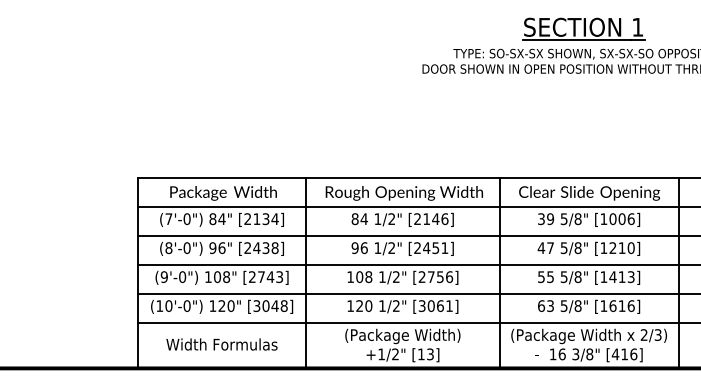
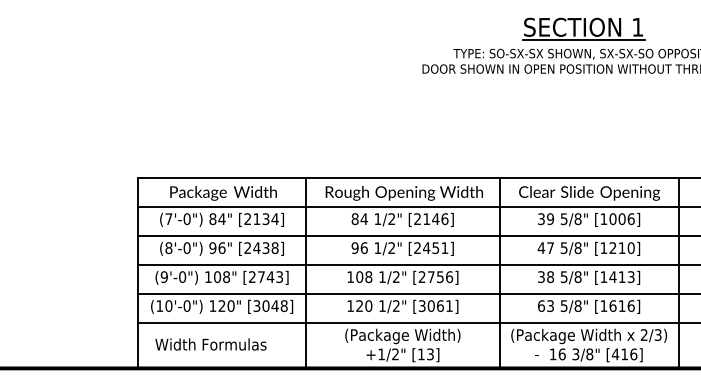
text at (546, 276): 55 -> 38
text at (221, 344) position: (221, 344) -> (210, 344)
